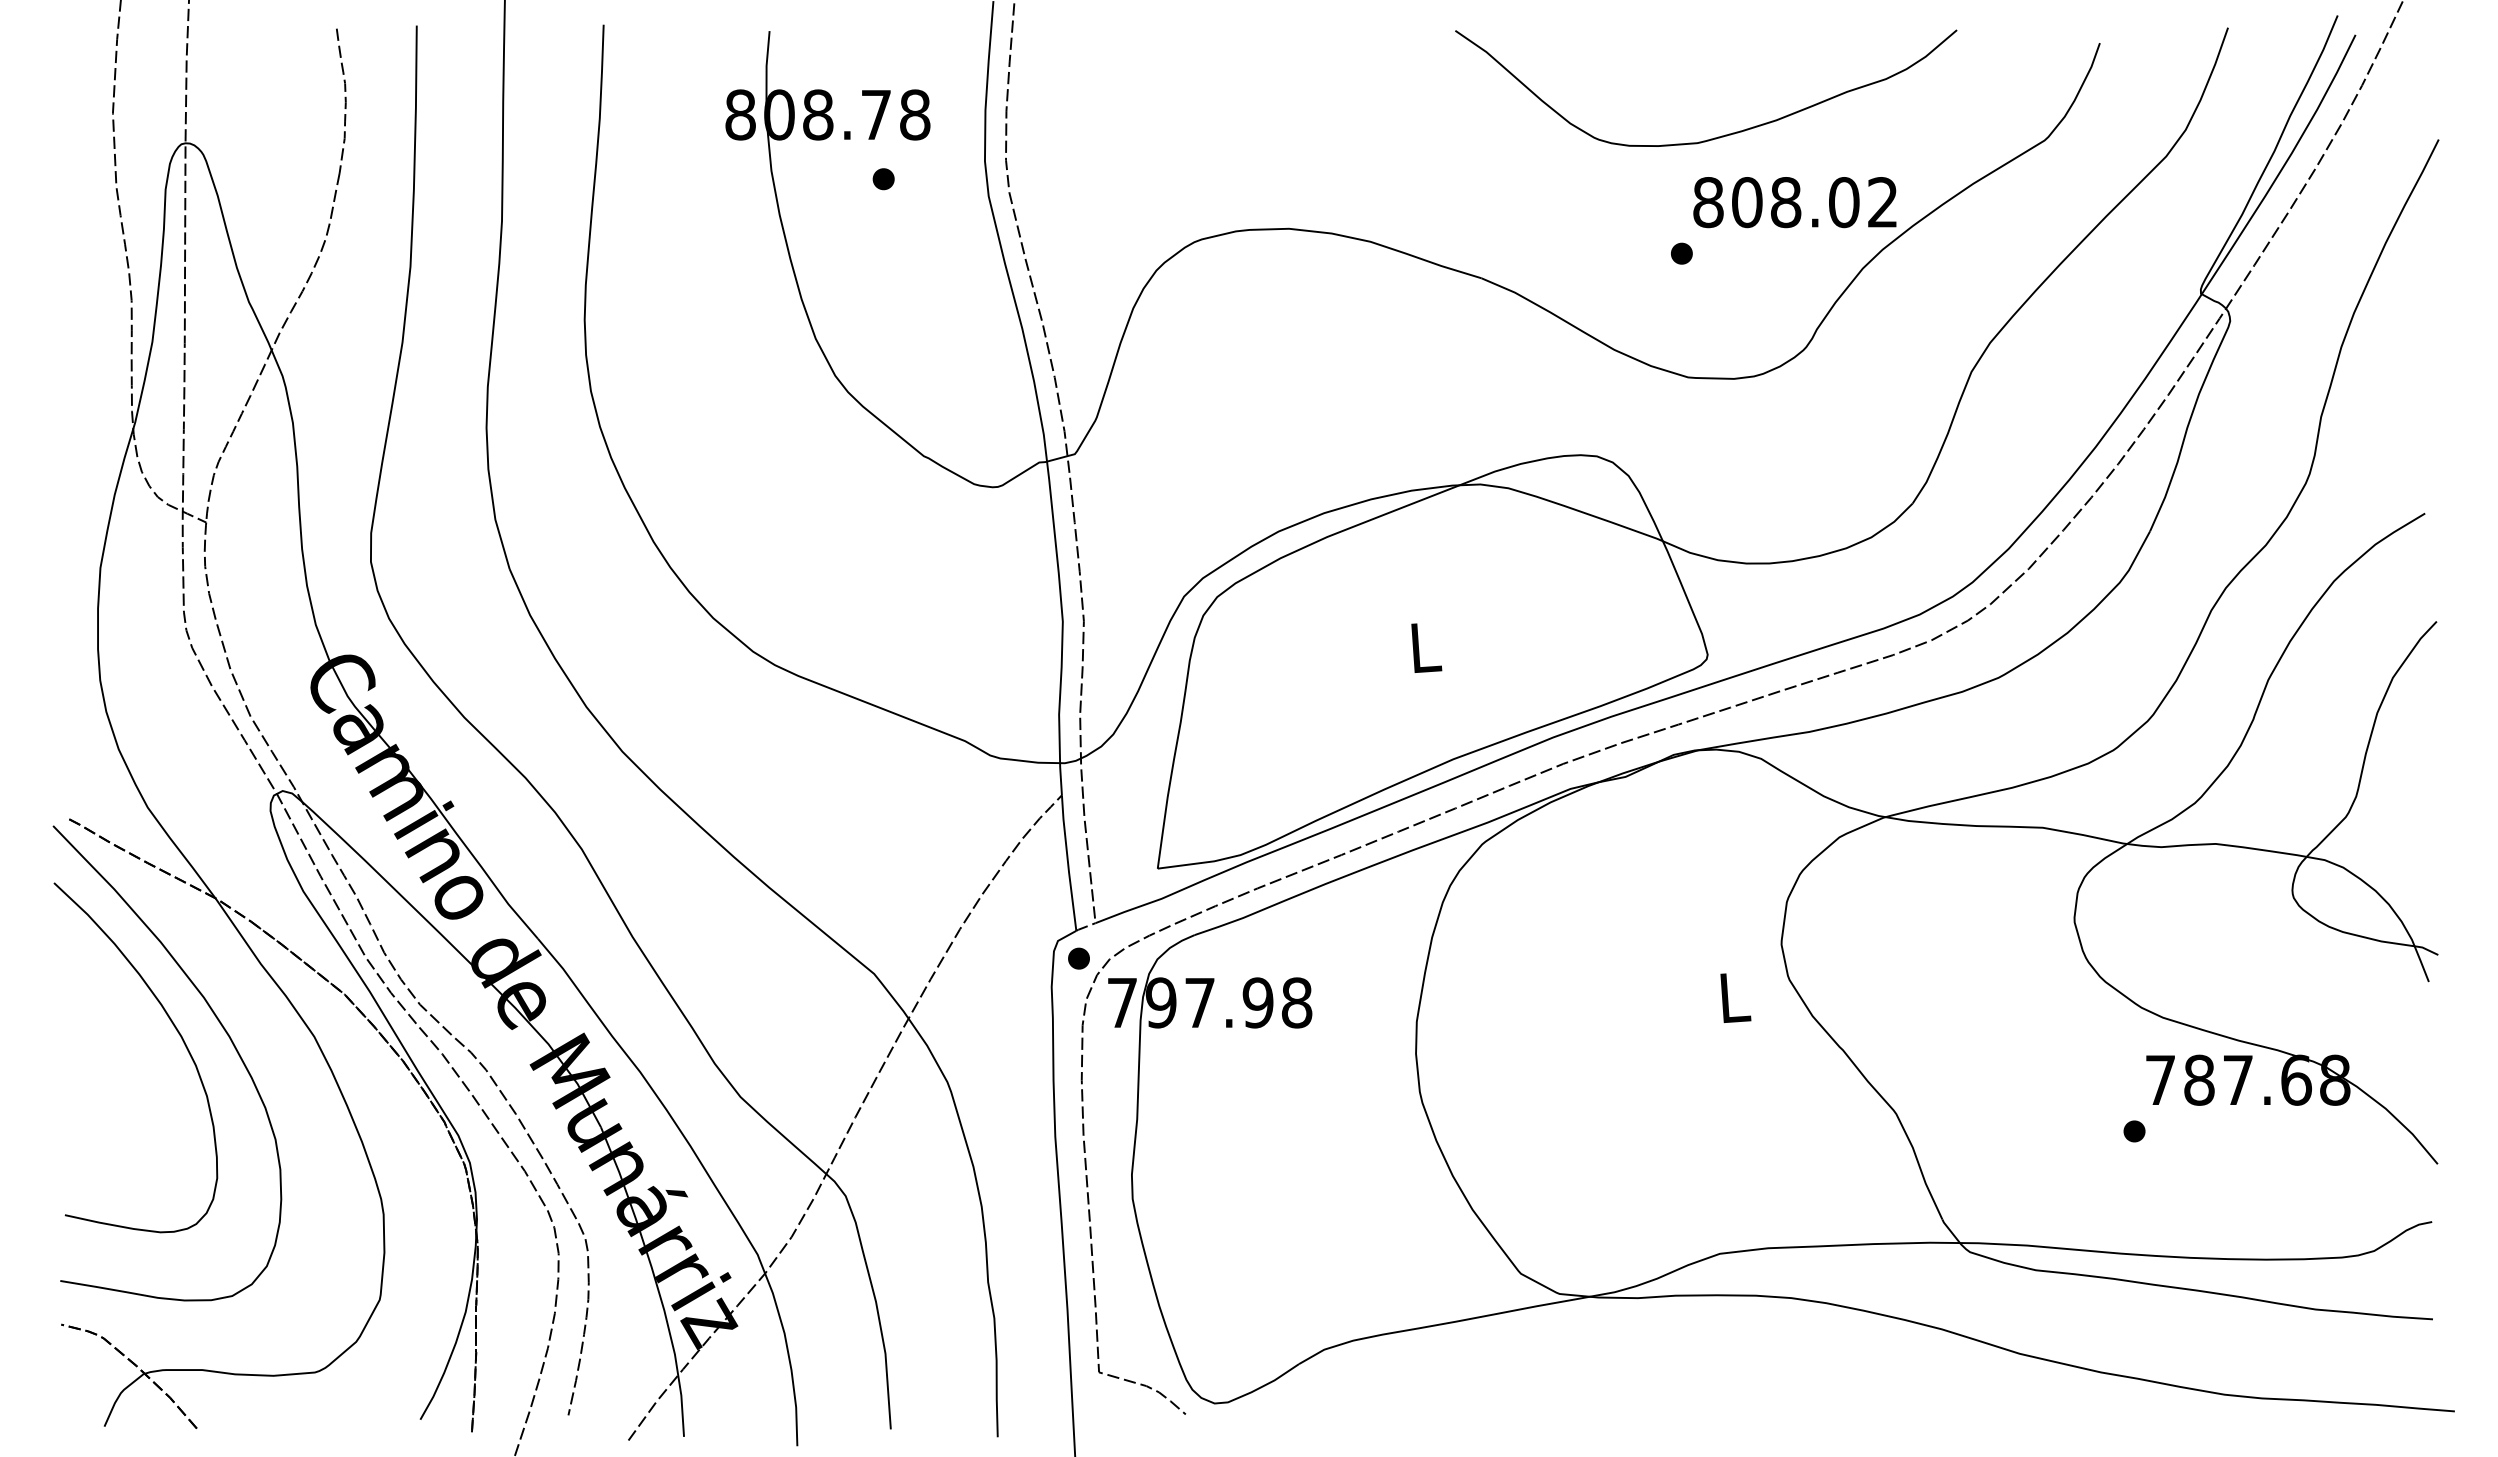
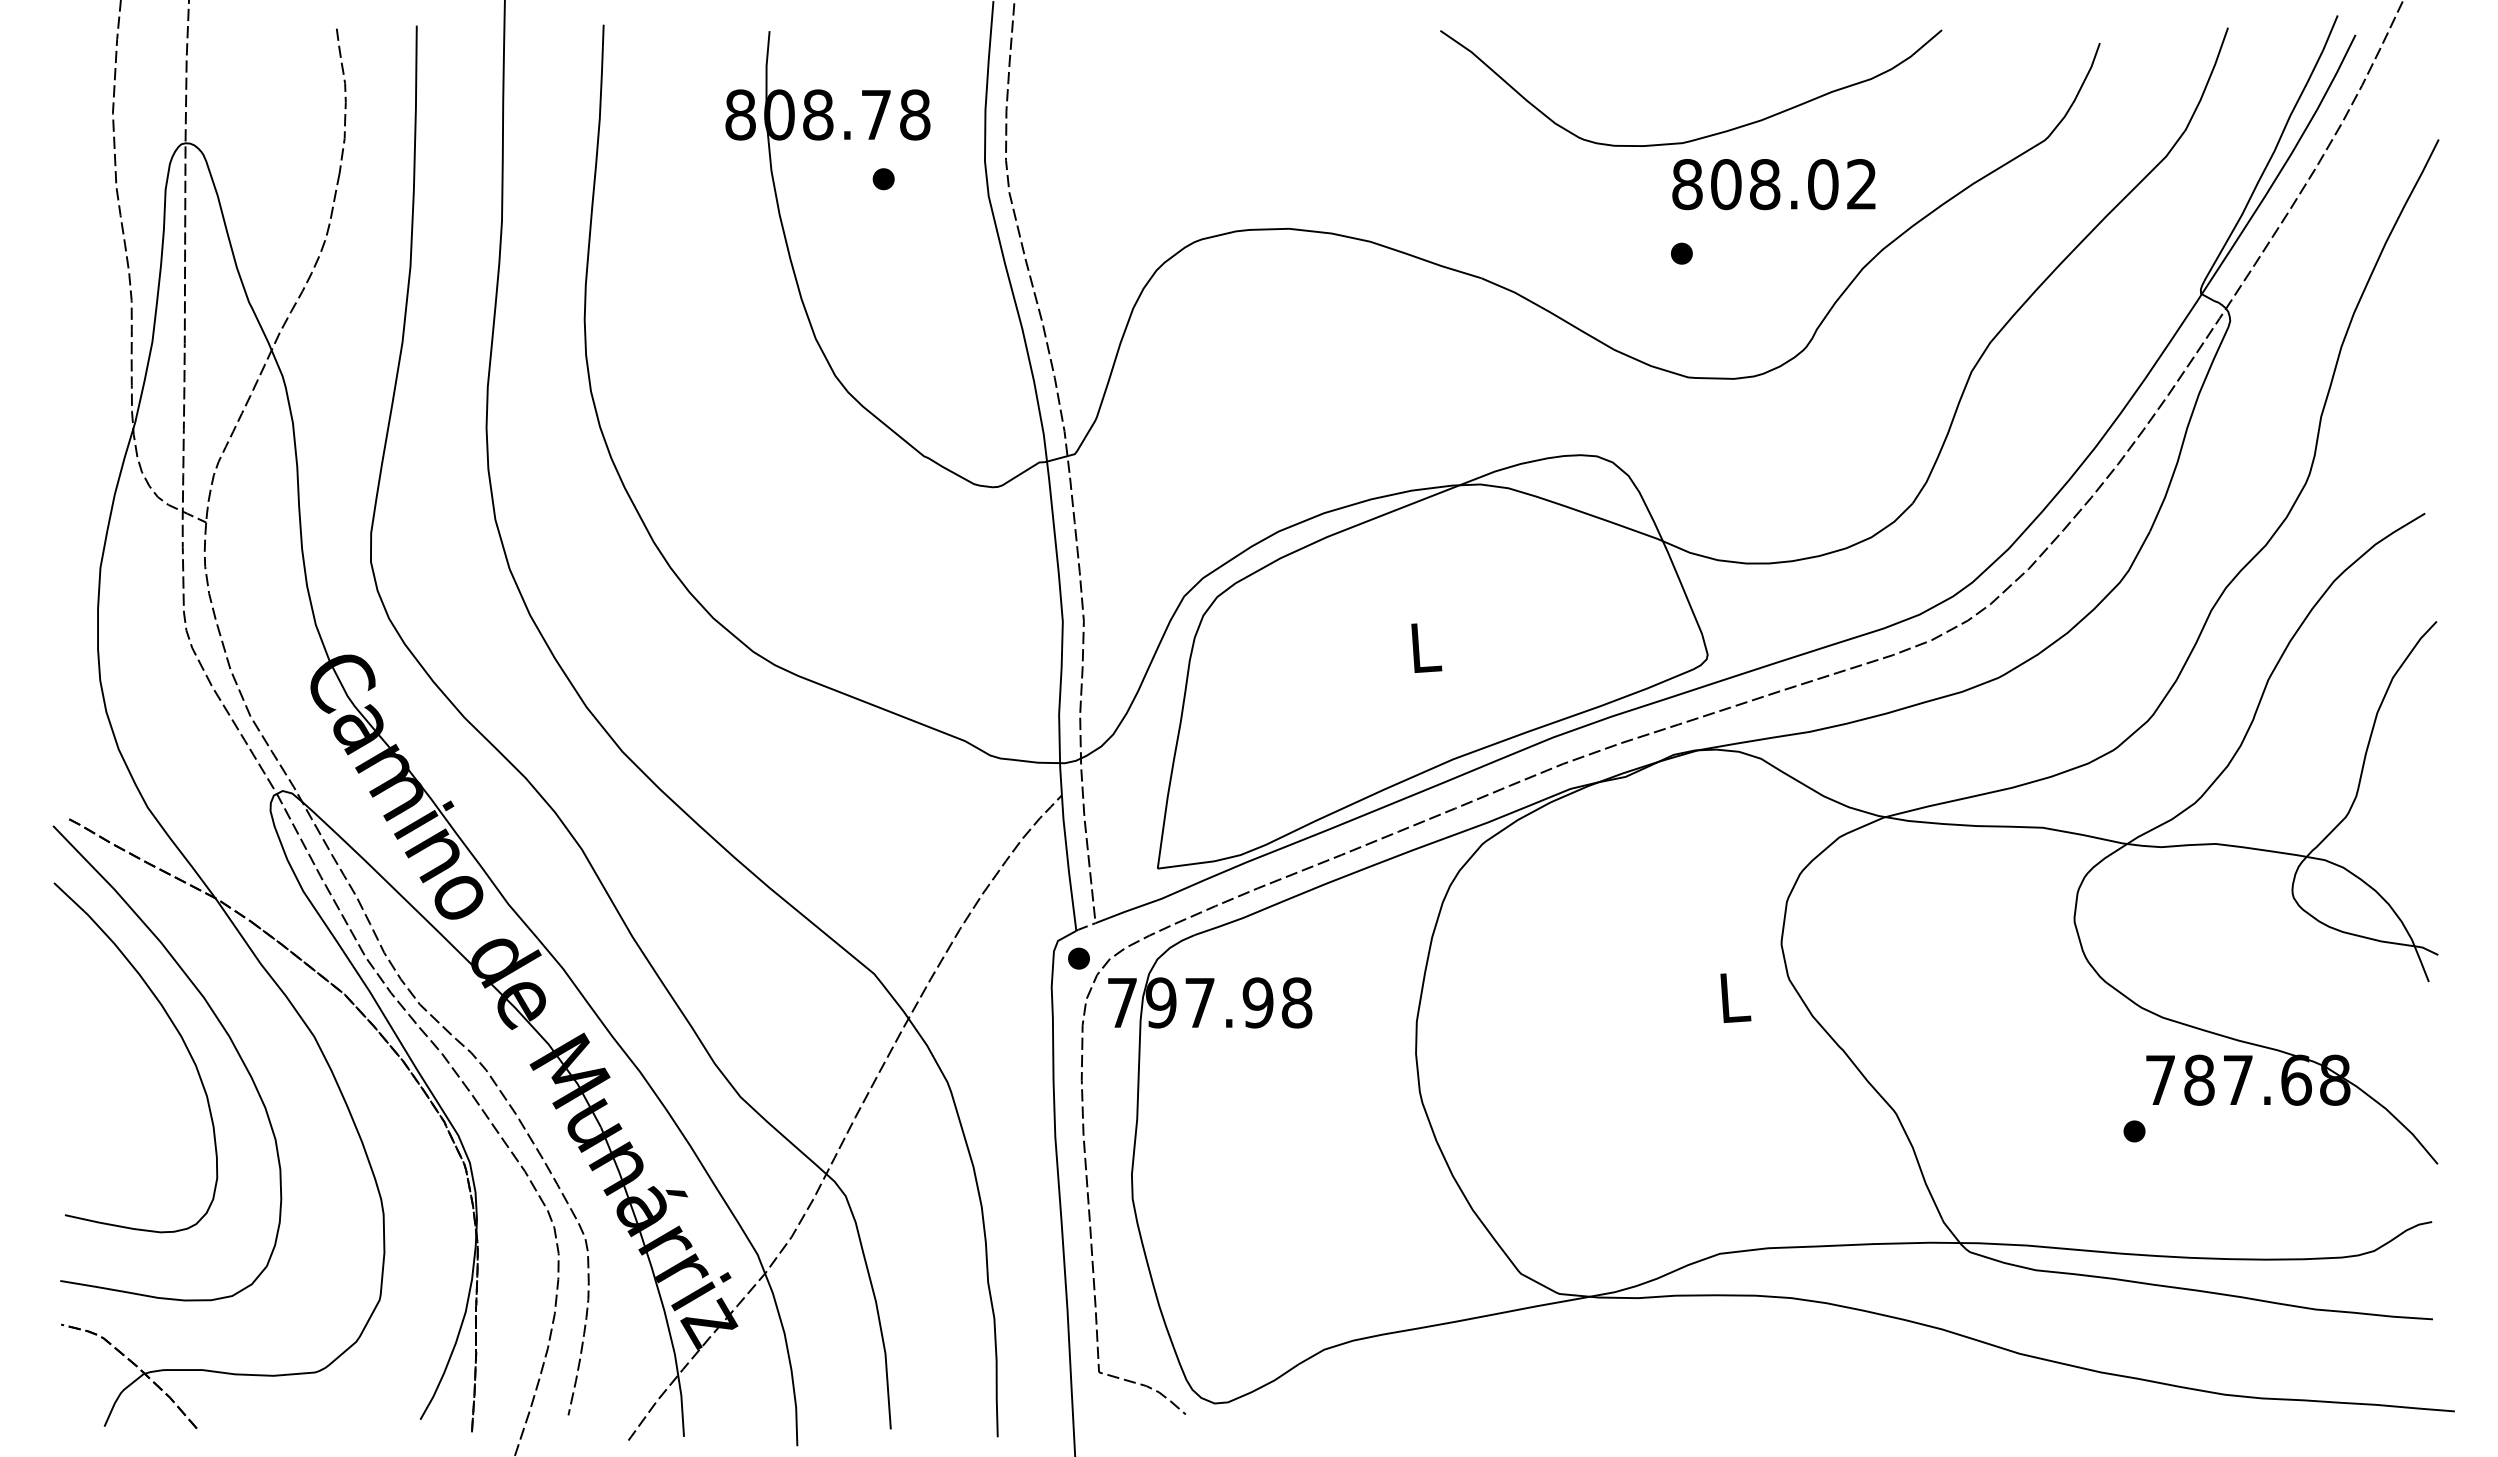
curve at (1721, 135) position: (1721, 135) -> (1706, 135)
text at (1794, 202) position: (1794, 202) -> (1773, 184)
